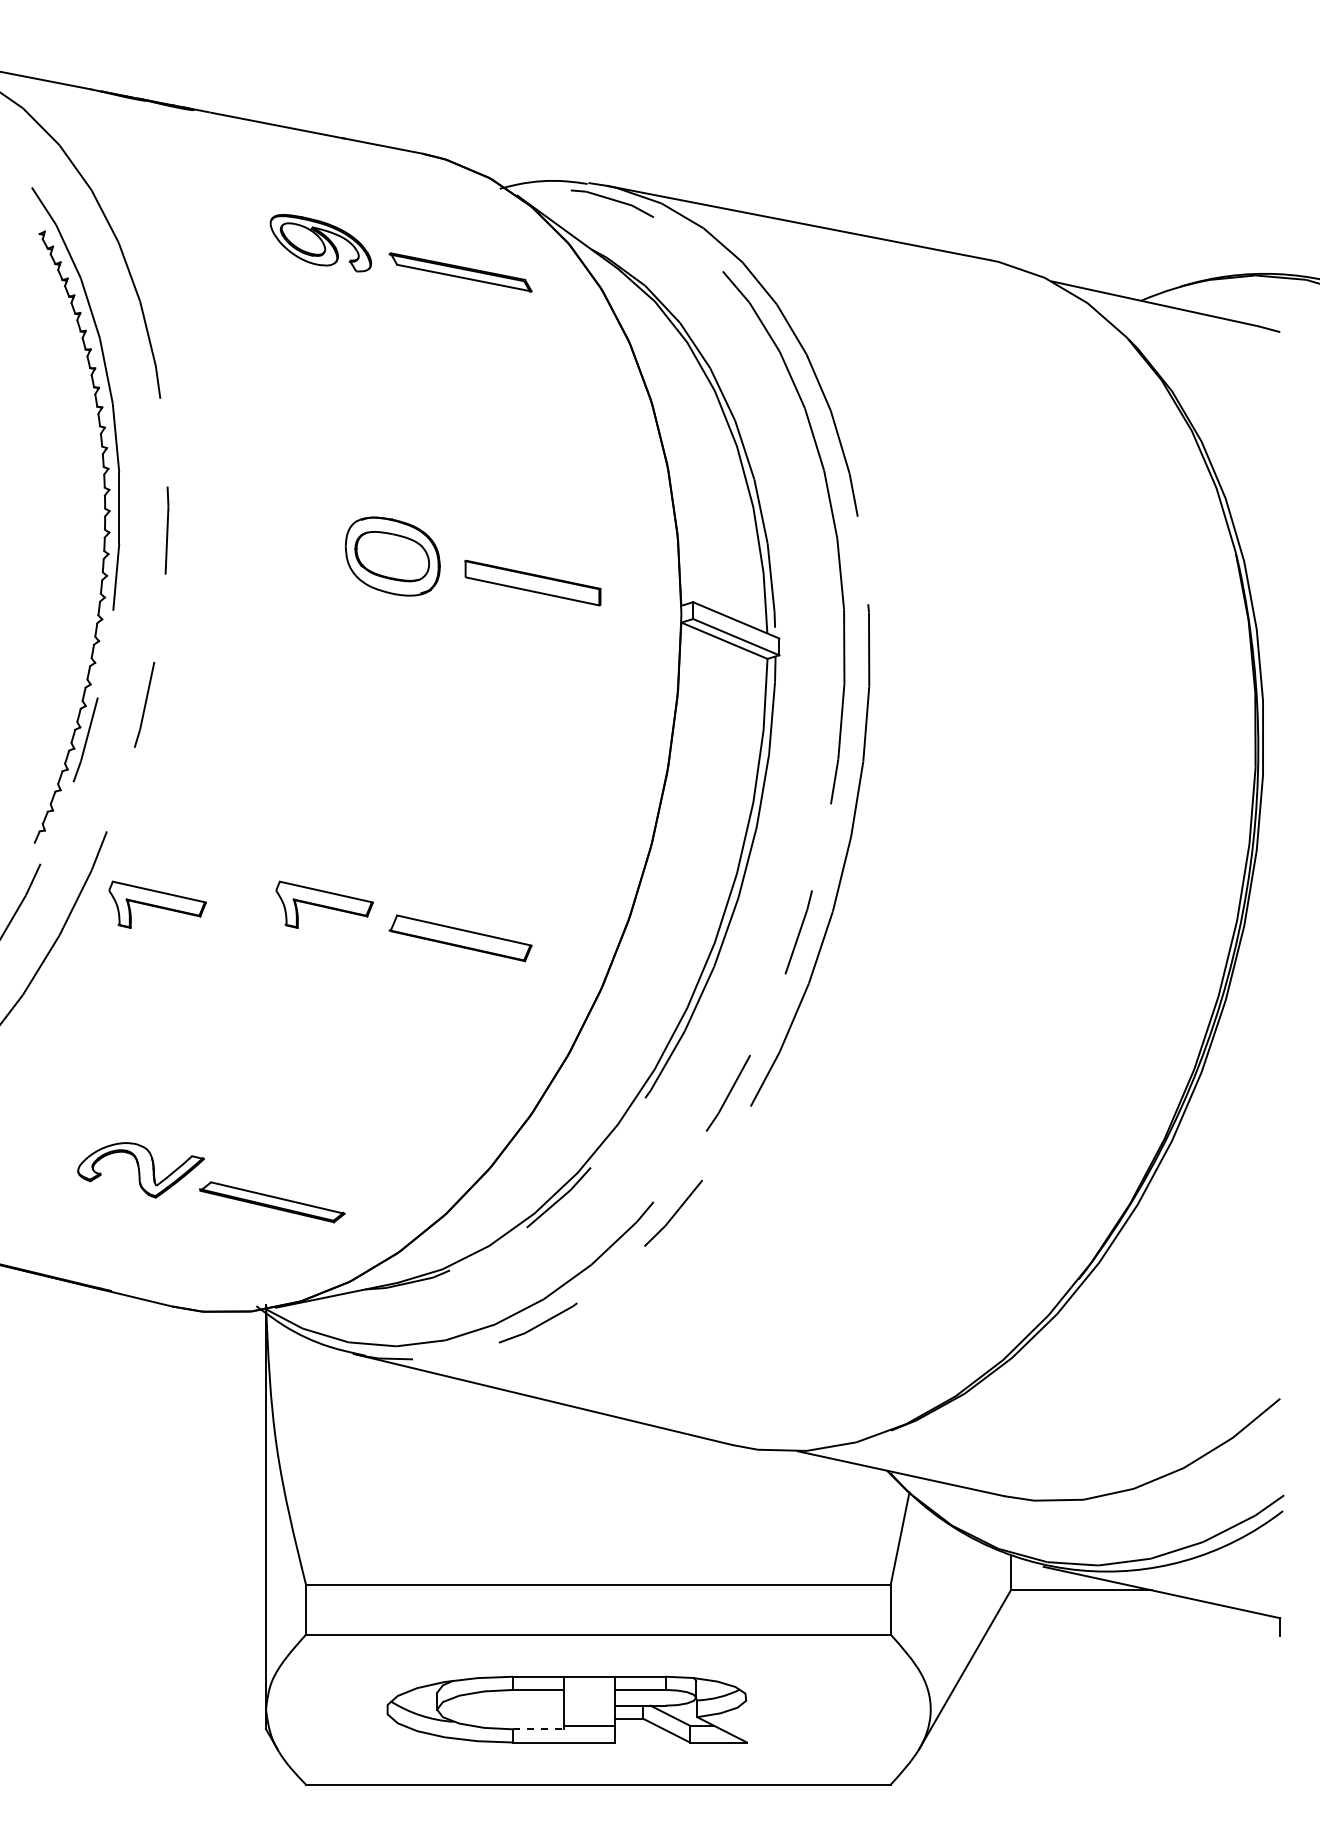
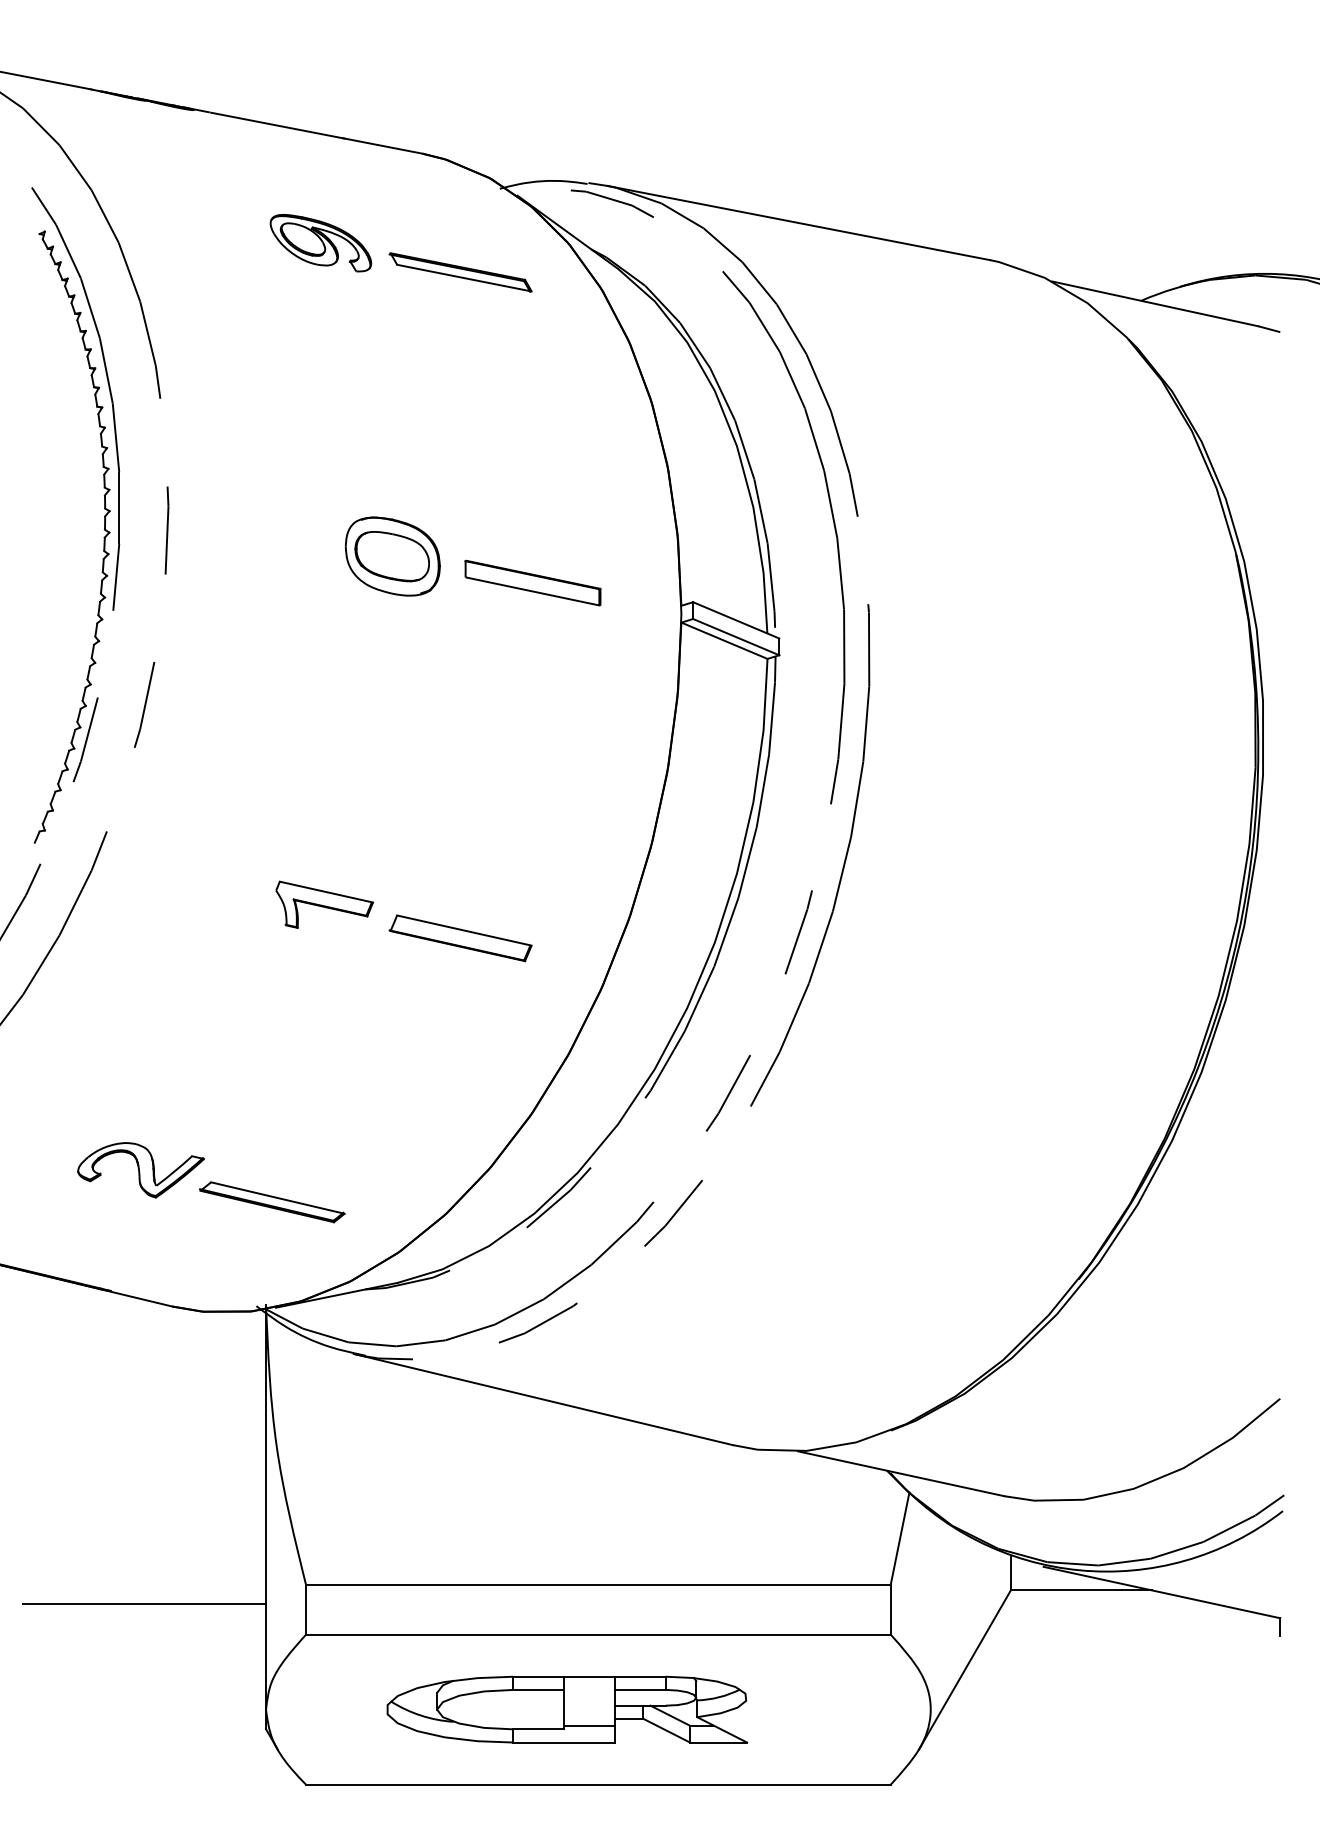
part at (157, 904): present -> none
line at (144, 1604): none -> present
line at (539, 1729): dashed -> solid
